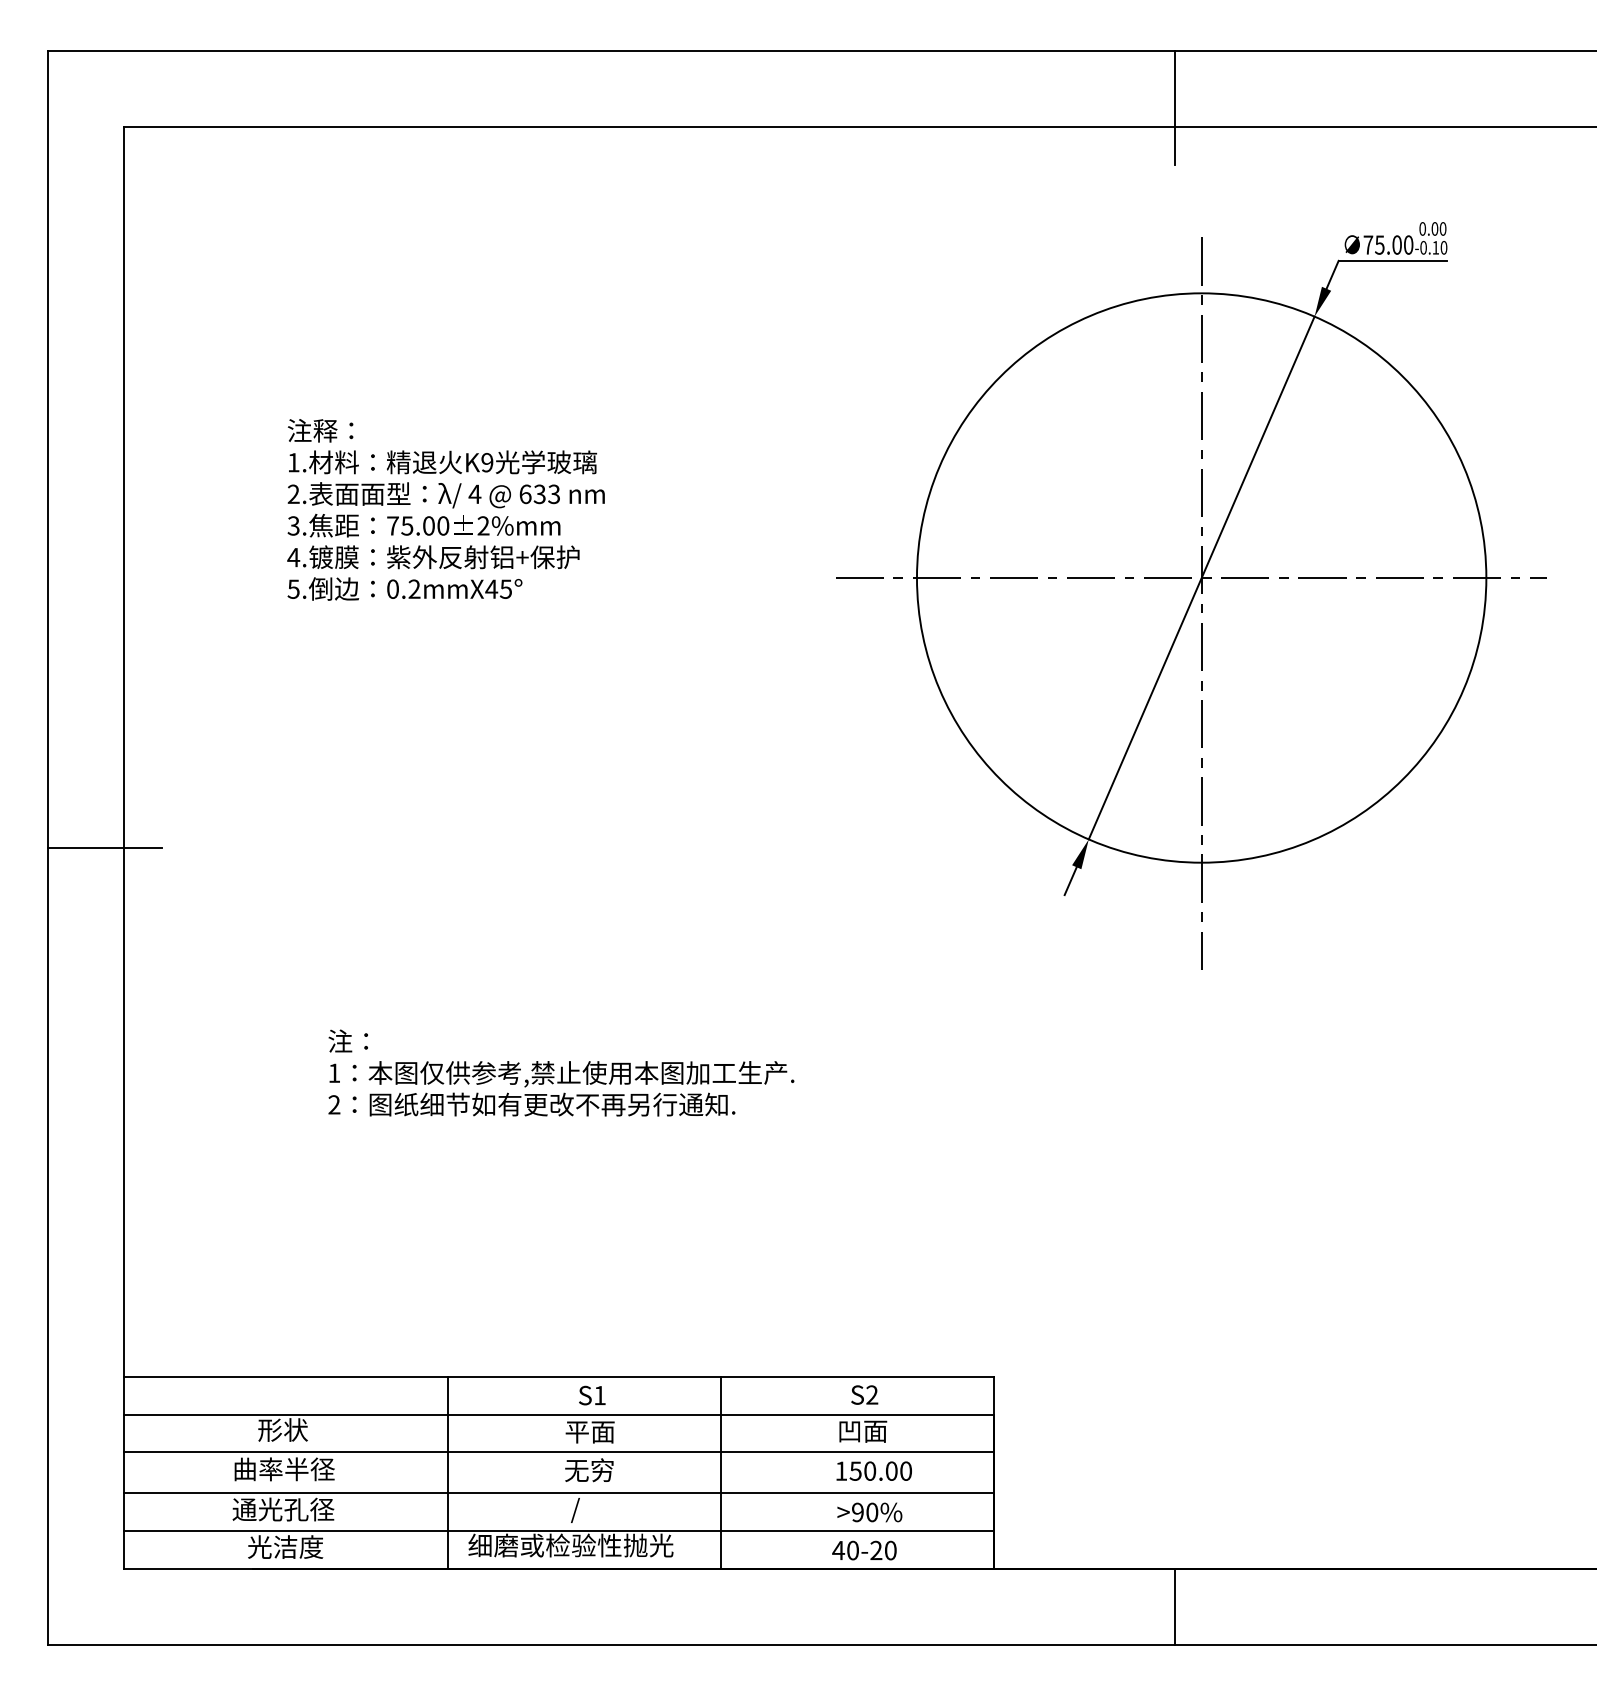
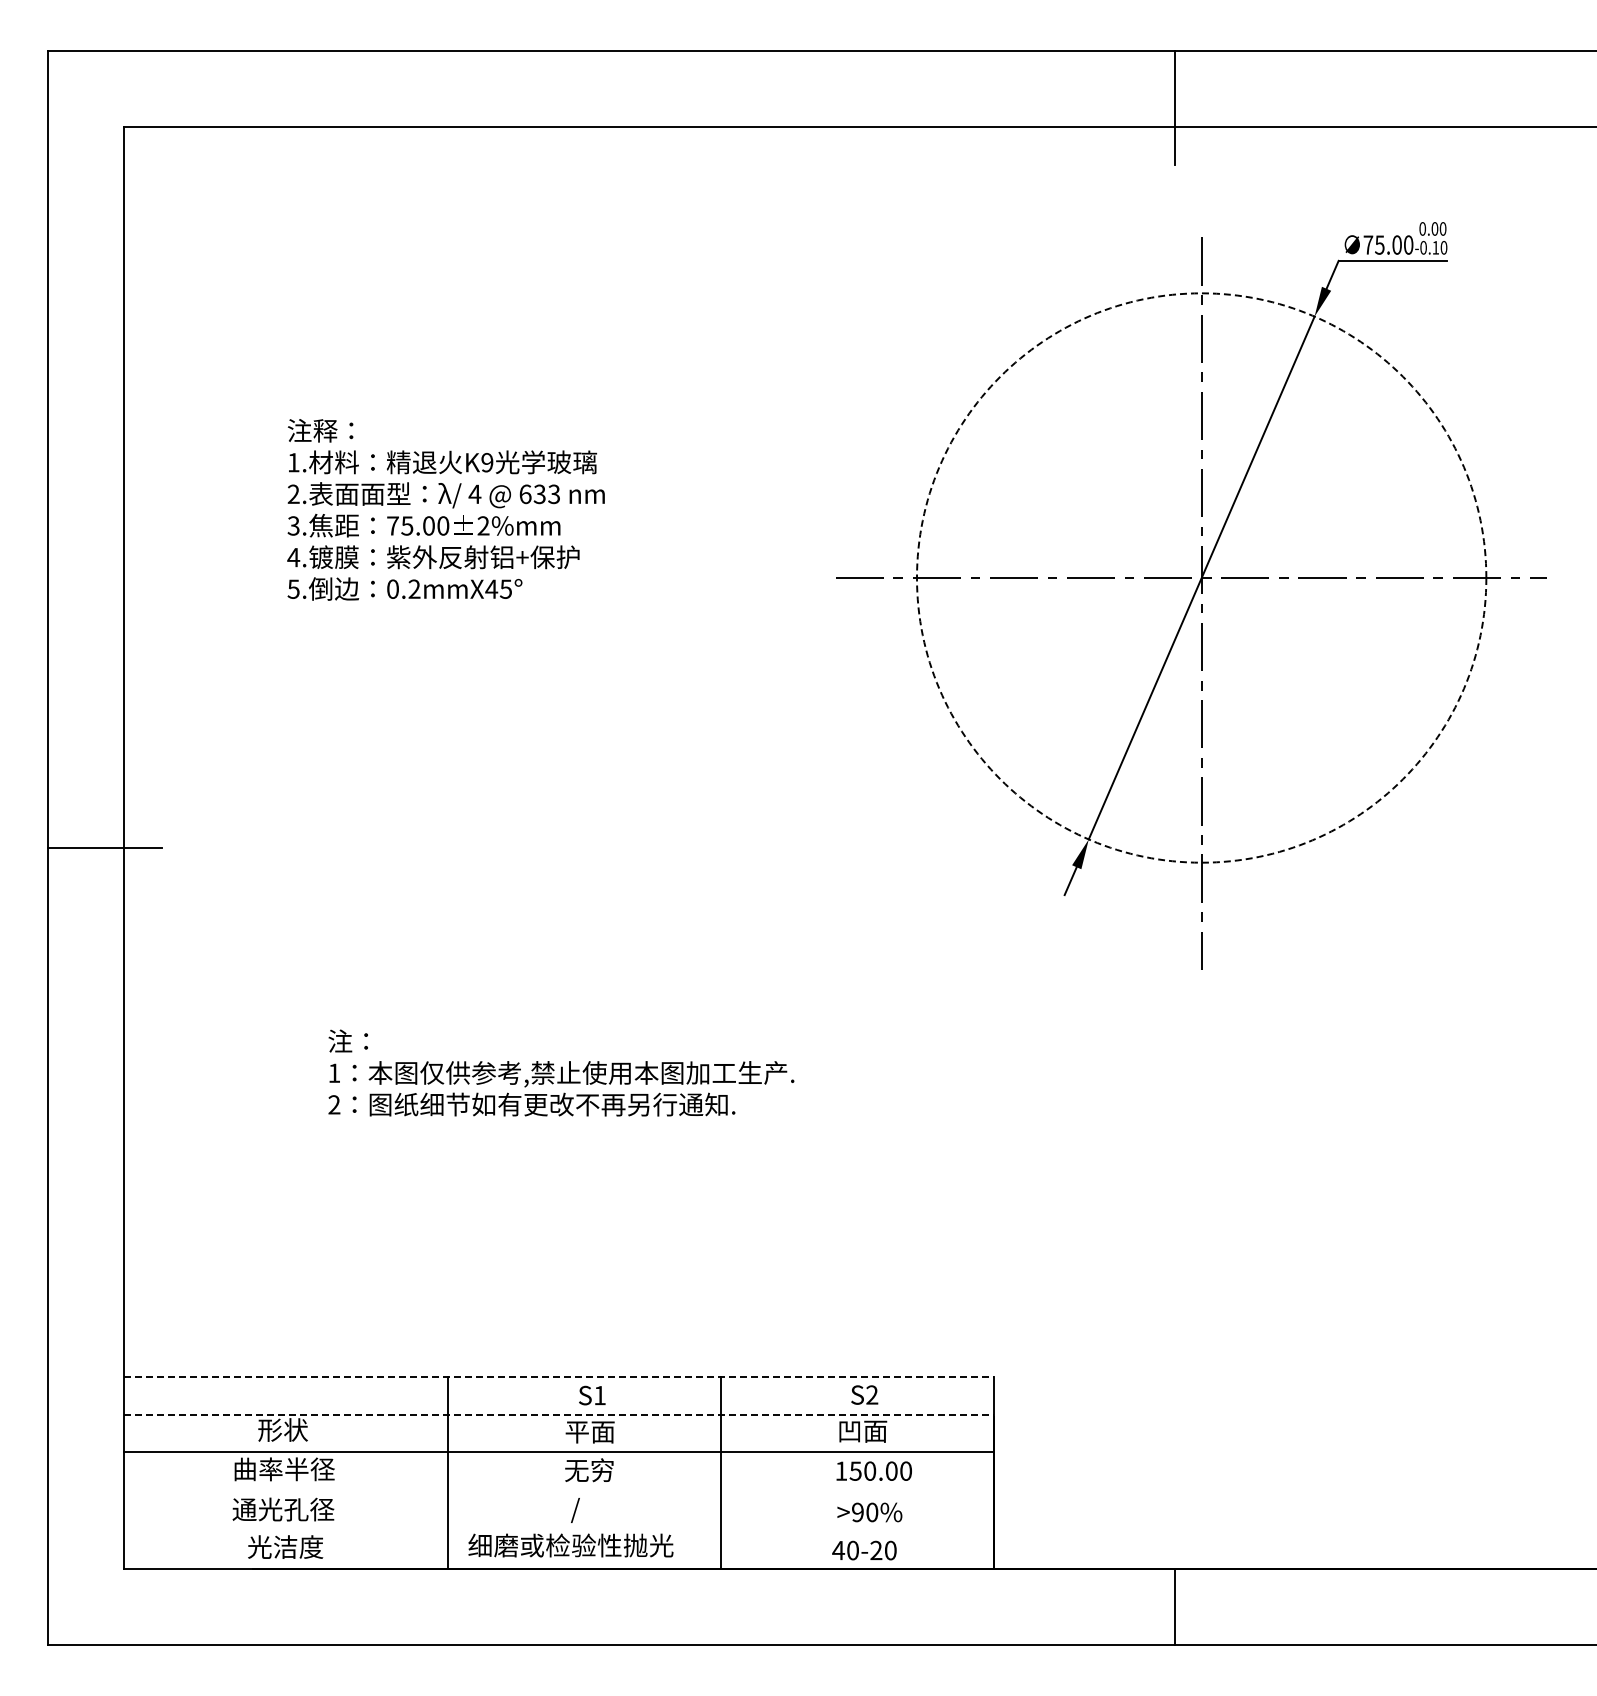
circle at (1201, 577): solid -> dashed
line at (559, 1376): solid -> dashed
line at (559, 1414): solid -> dashed
line at (558, 1493): present -> none
line at (558, 1531): present -> none
